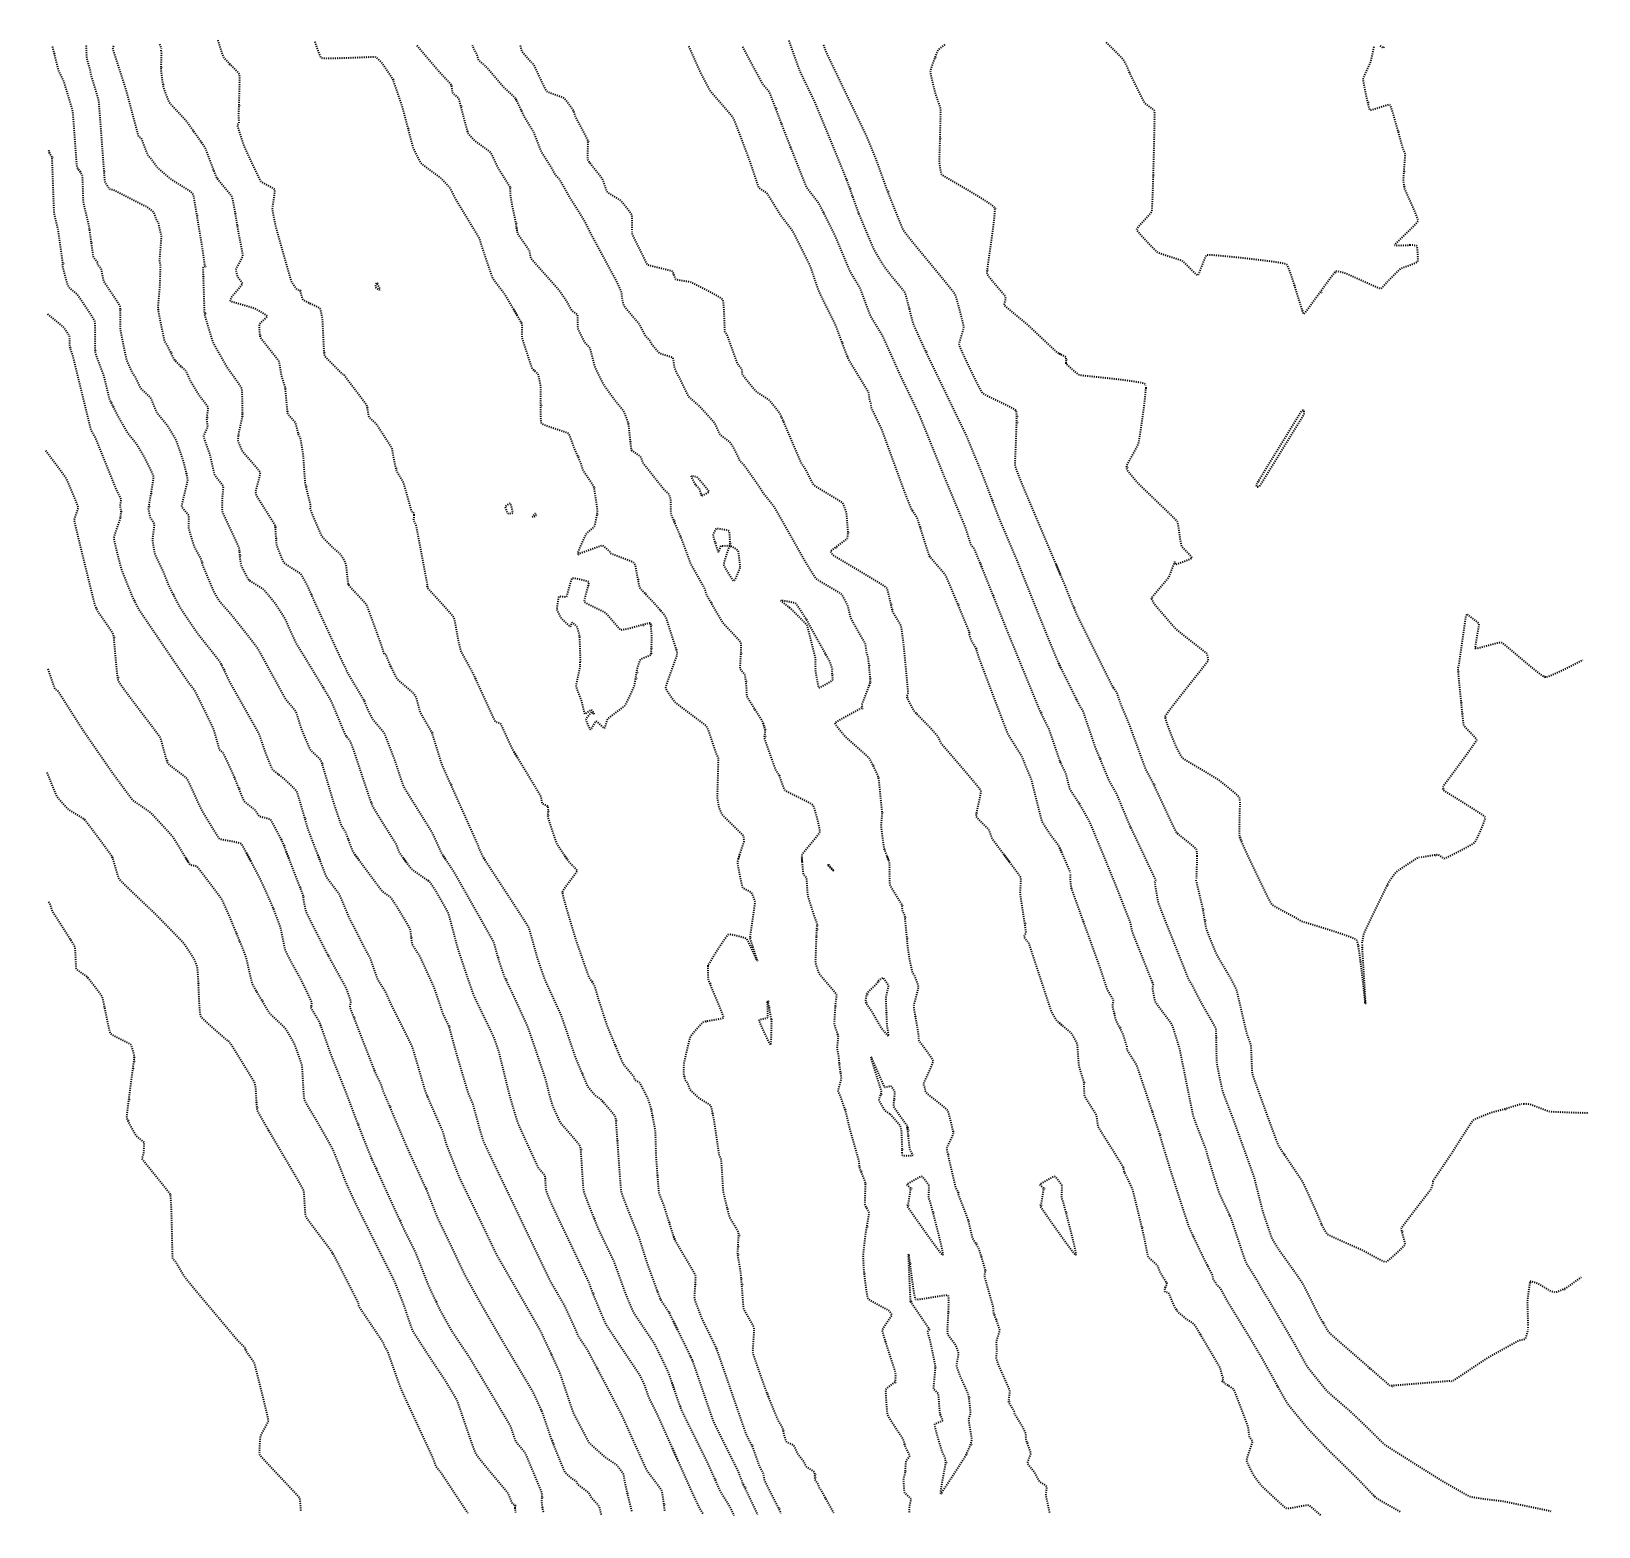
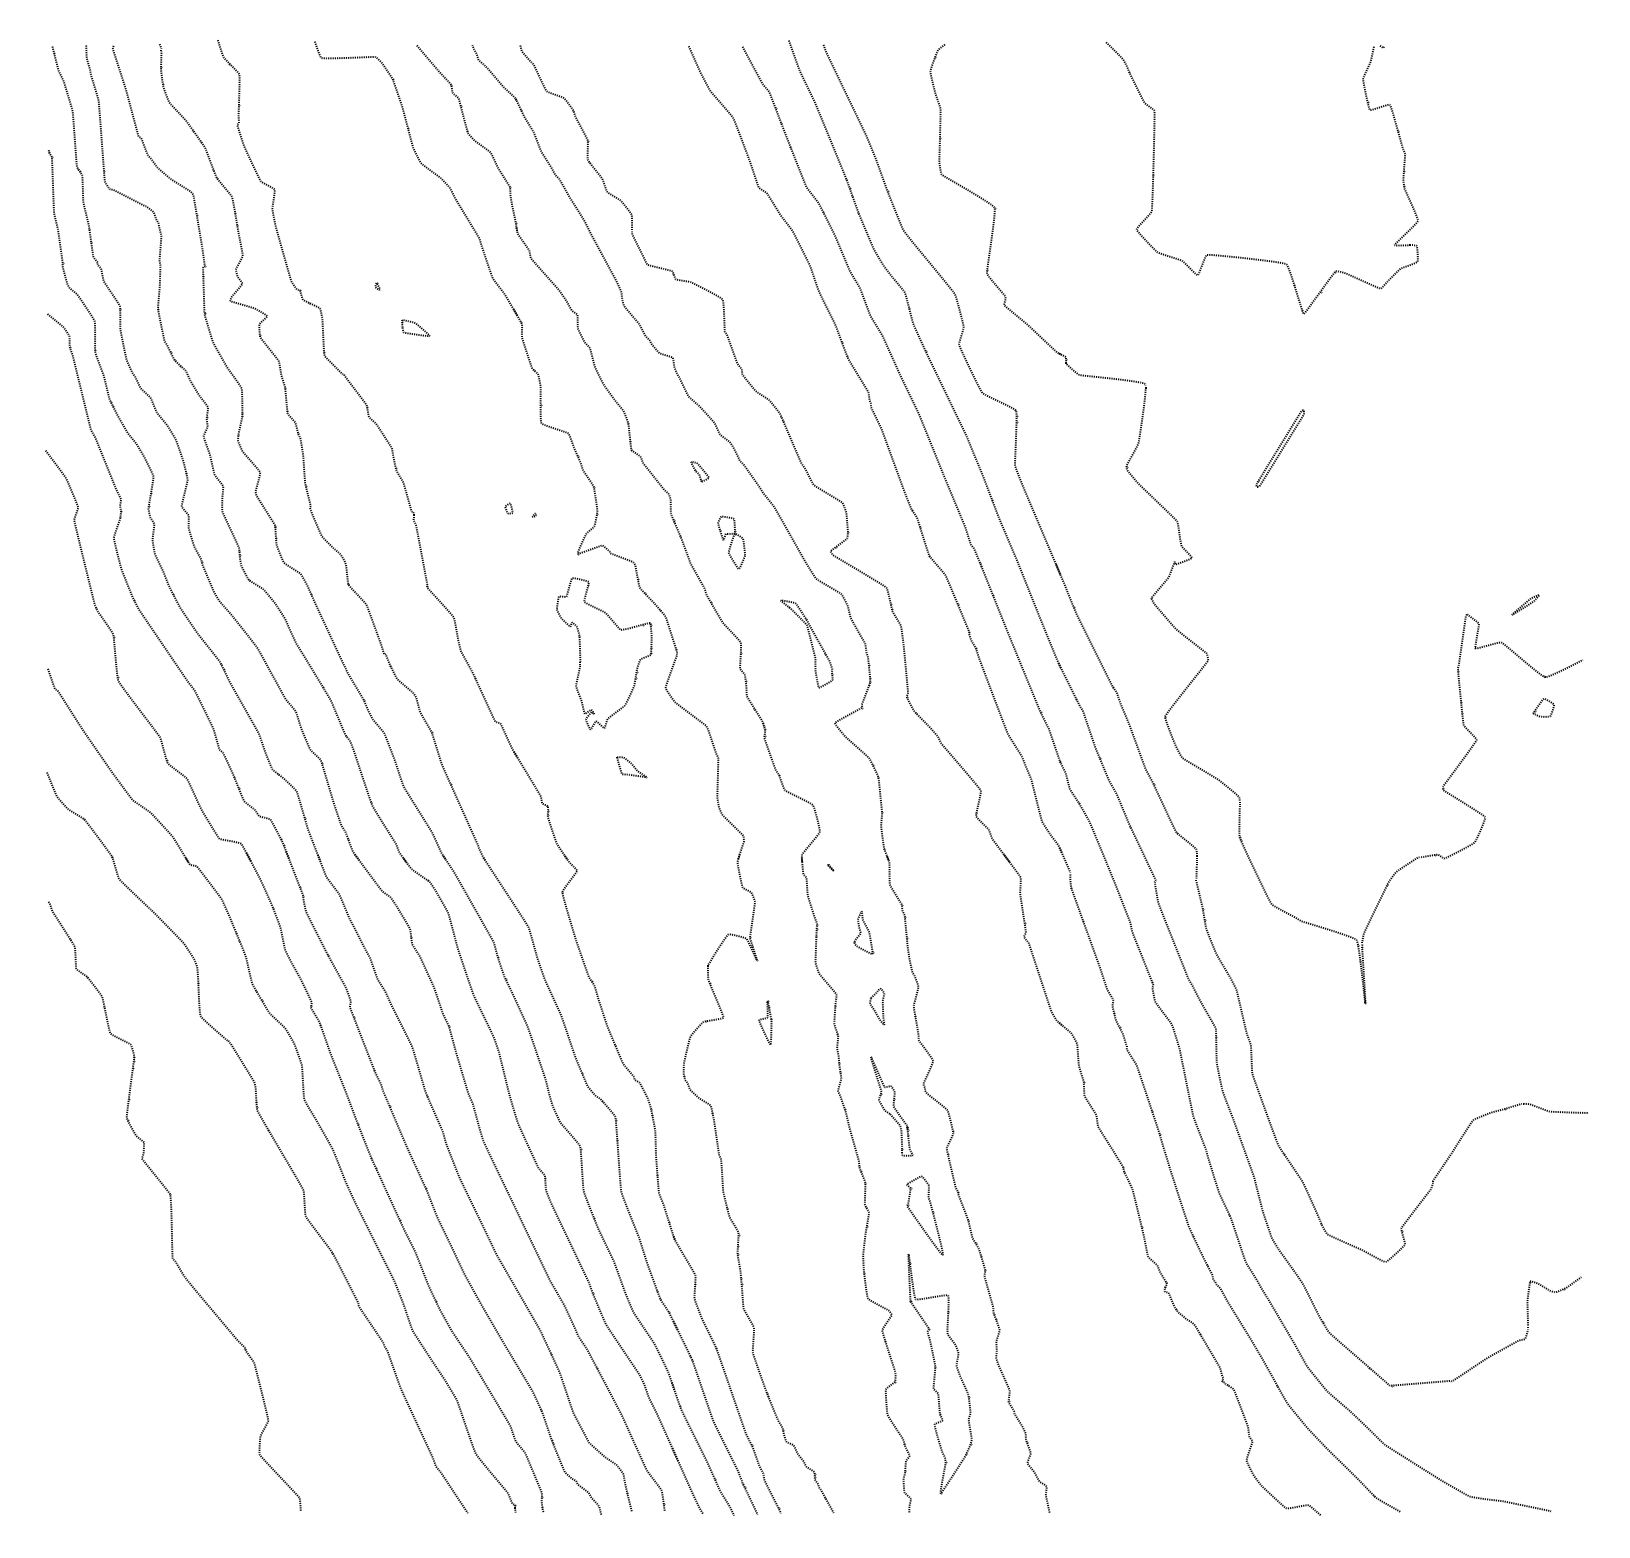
part at (415, 327): none -> present
part at (699, 485) position: (699, 485) -> (699, 471)
part at (726, 554) position: (726, 554) -> (731, 542)
part at (1525, 604): none -> present
part at (1543, 707): none -> present
part at (631, 767): none -> present
part at (863, 932): none -> present
part at (876, 1006) size: 26x60 px -> 17x39 px
part at (1051, 1220): present -> none
